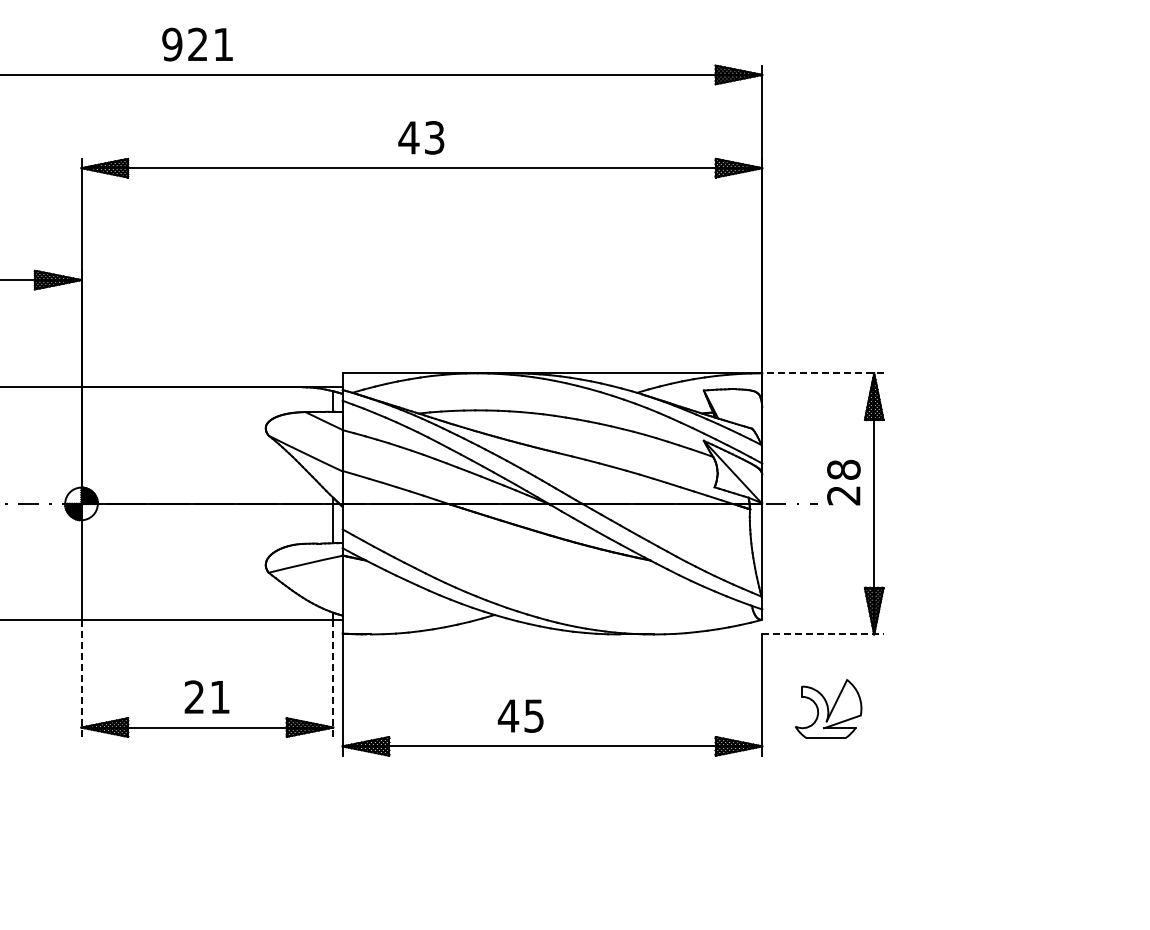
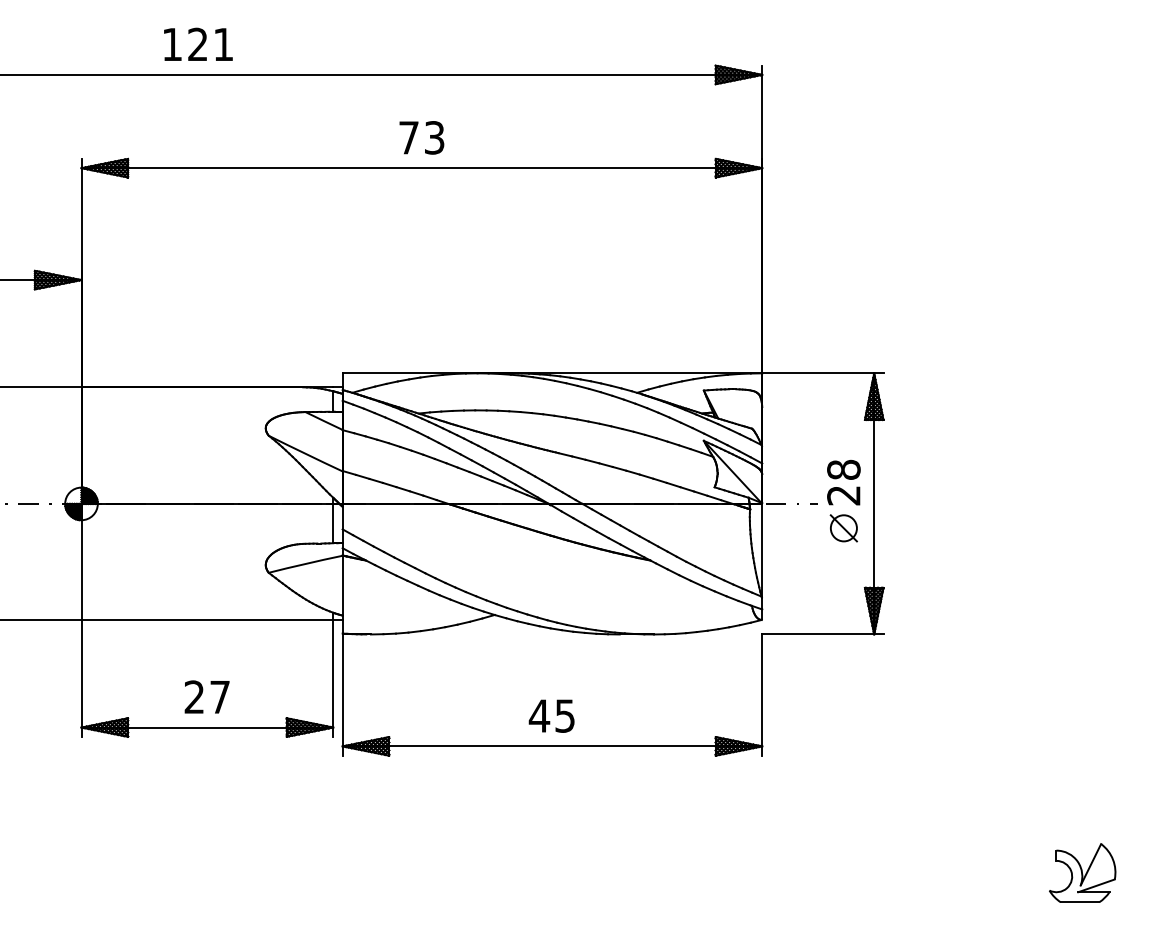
text at (172, 44): 921 -> 121
text at (408, 137): 43 -> 73
line at (822, 373): dashed -> solid
part at (843, 528): none -> present
line at (822, 634): dashed -> solid
line at (333, 678): dashed -> solid
line at (81, 679): dashed -> solid
text at (219, 697): 21 -> 27
part at (828, 708) position: (828, 708) -> (1082, 872)
text at (520, 715) position: (520, 715) -> (551, 715)
